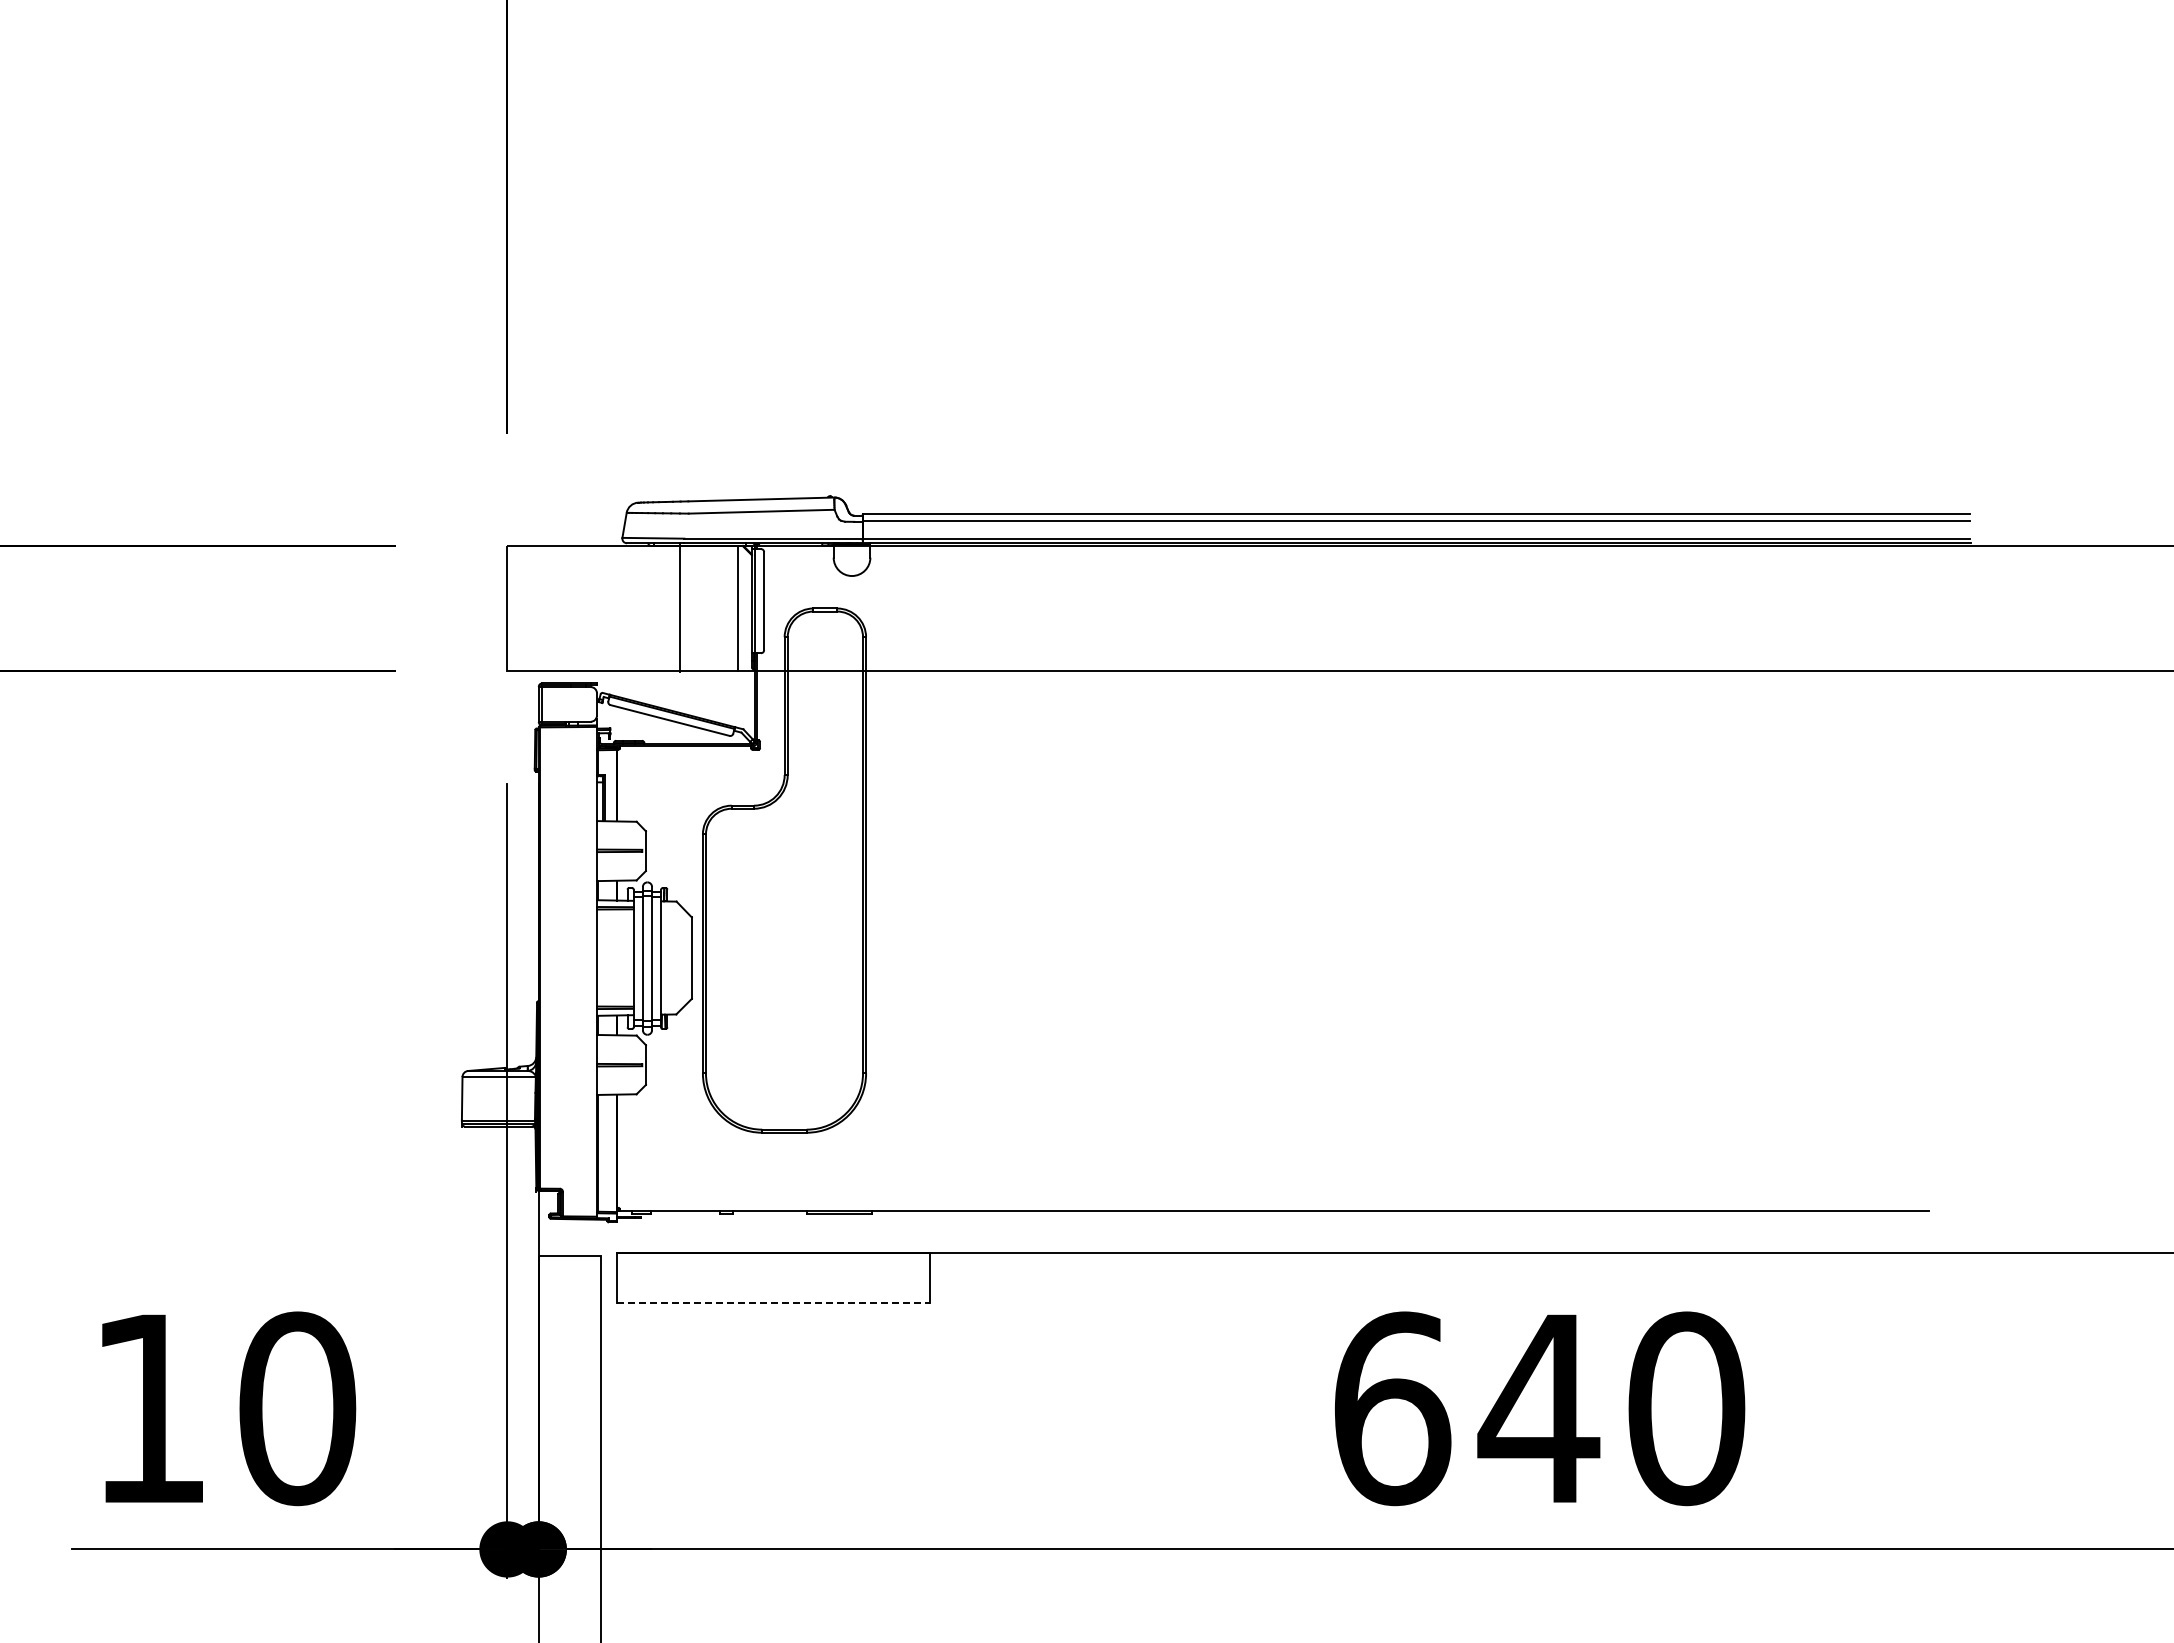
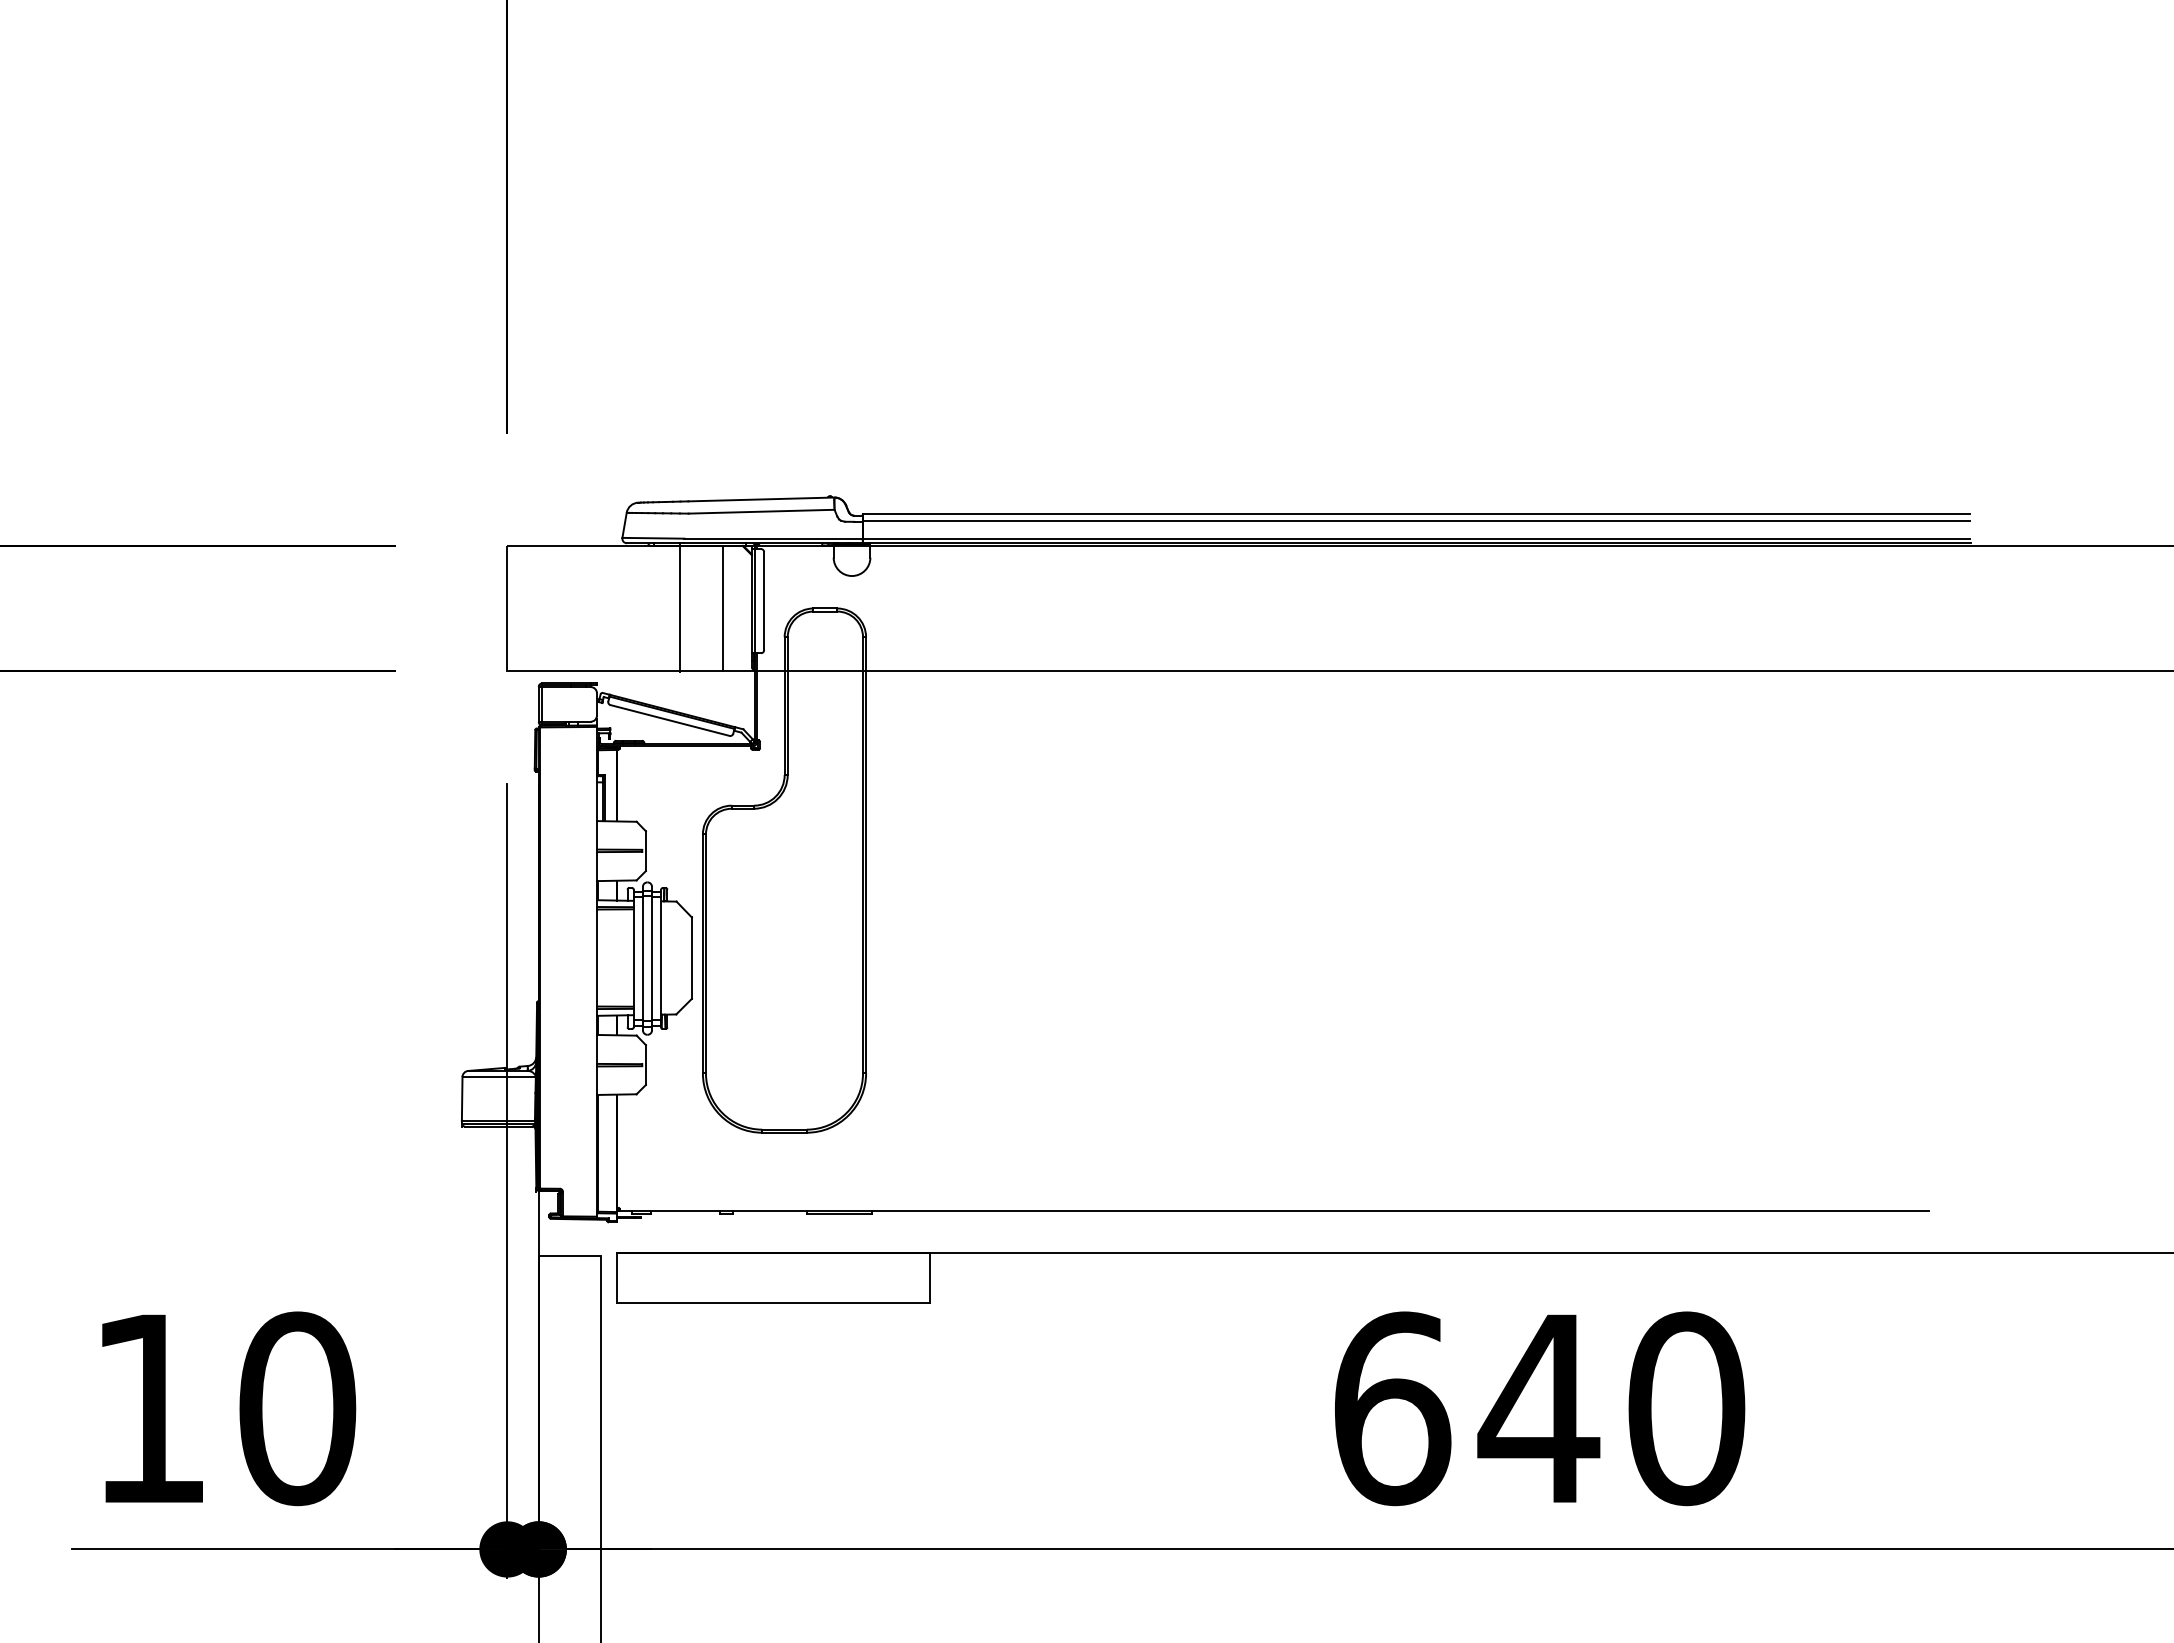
line at (738, 608) position: (738, 608) -> (723, 608)
line at (773, 1302): dashed -> solid
